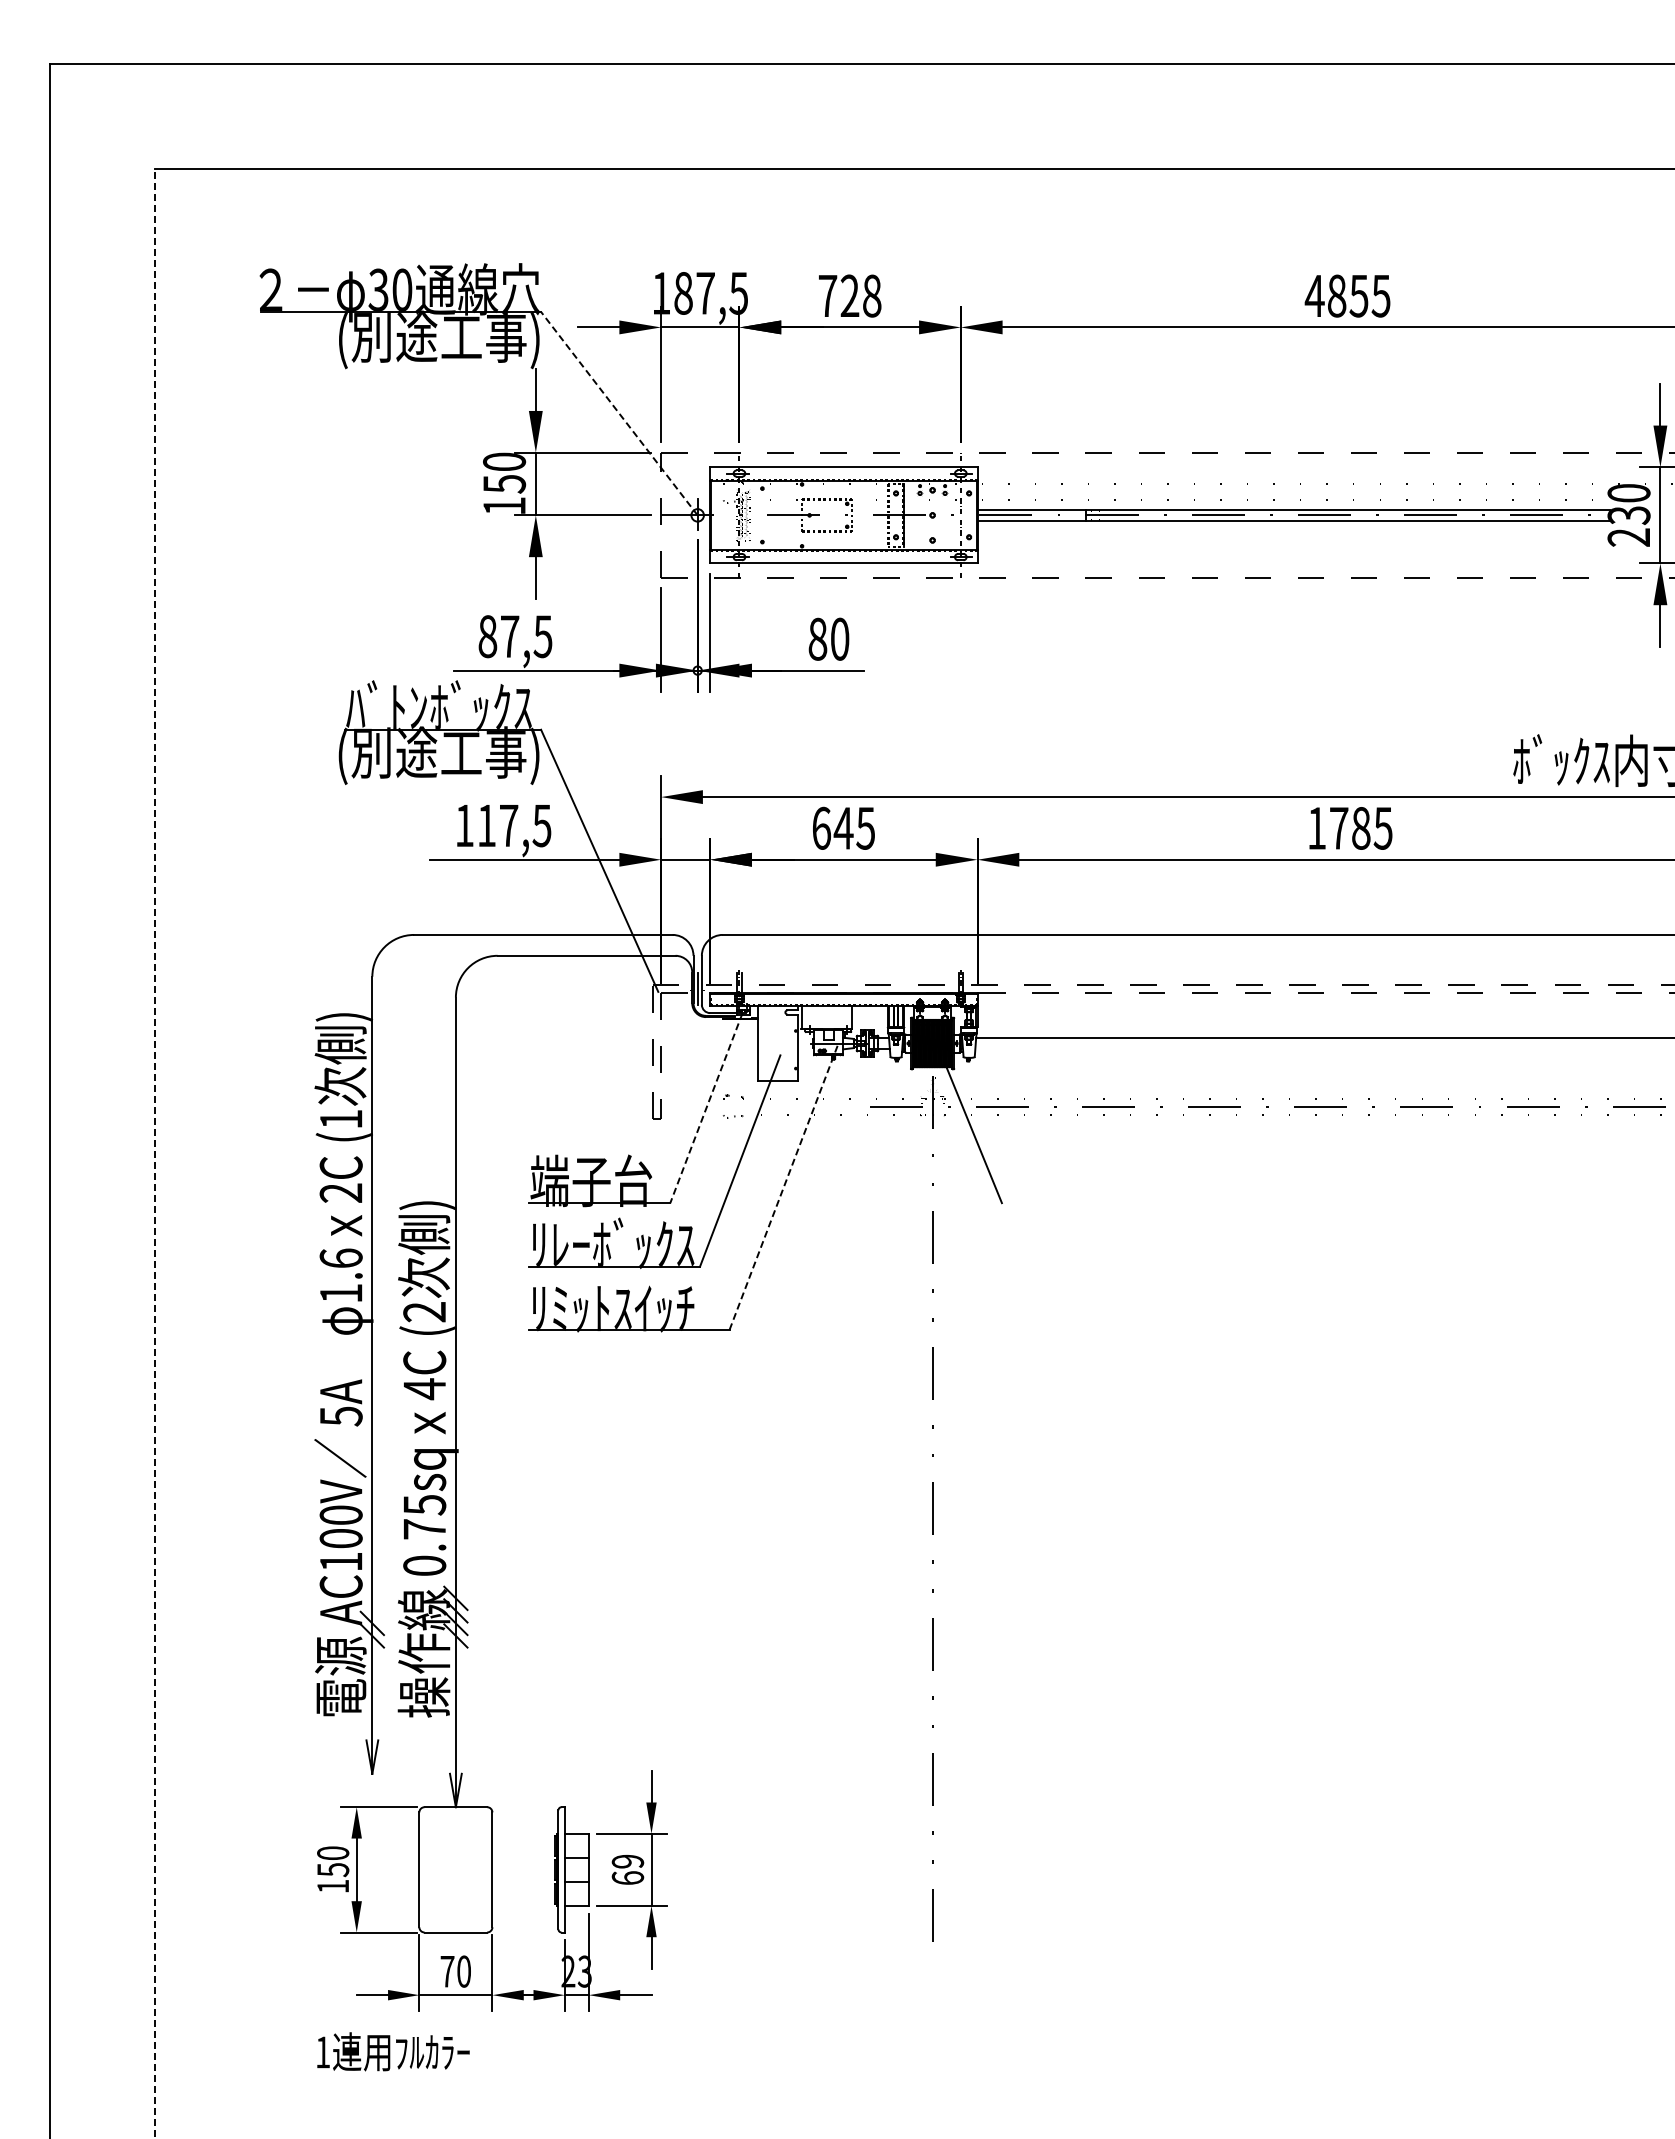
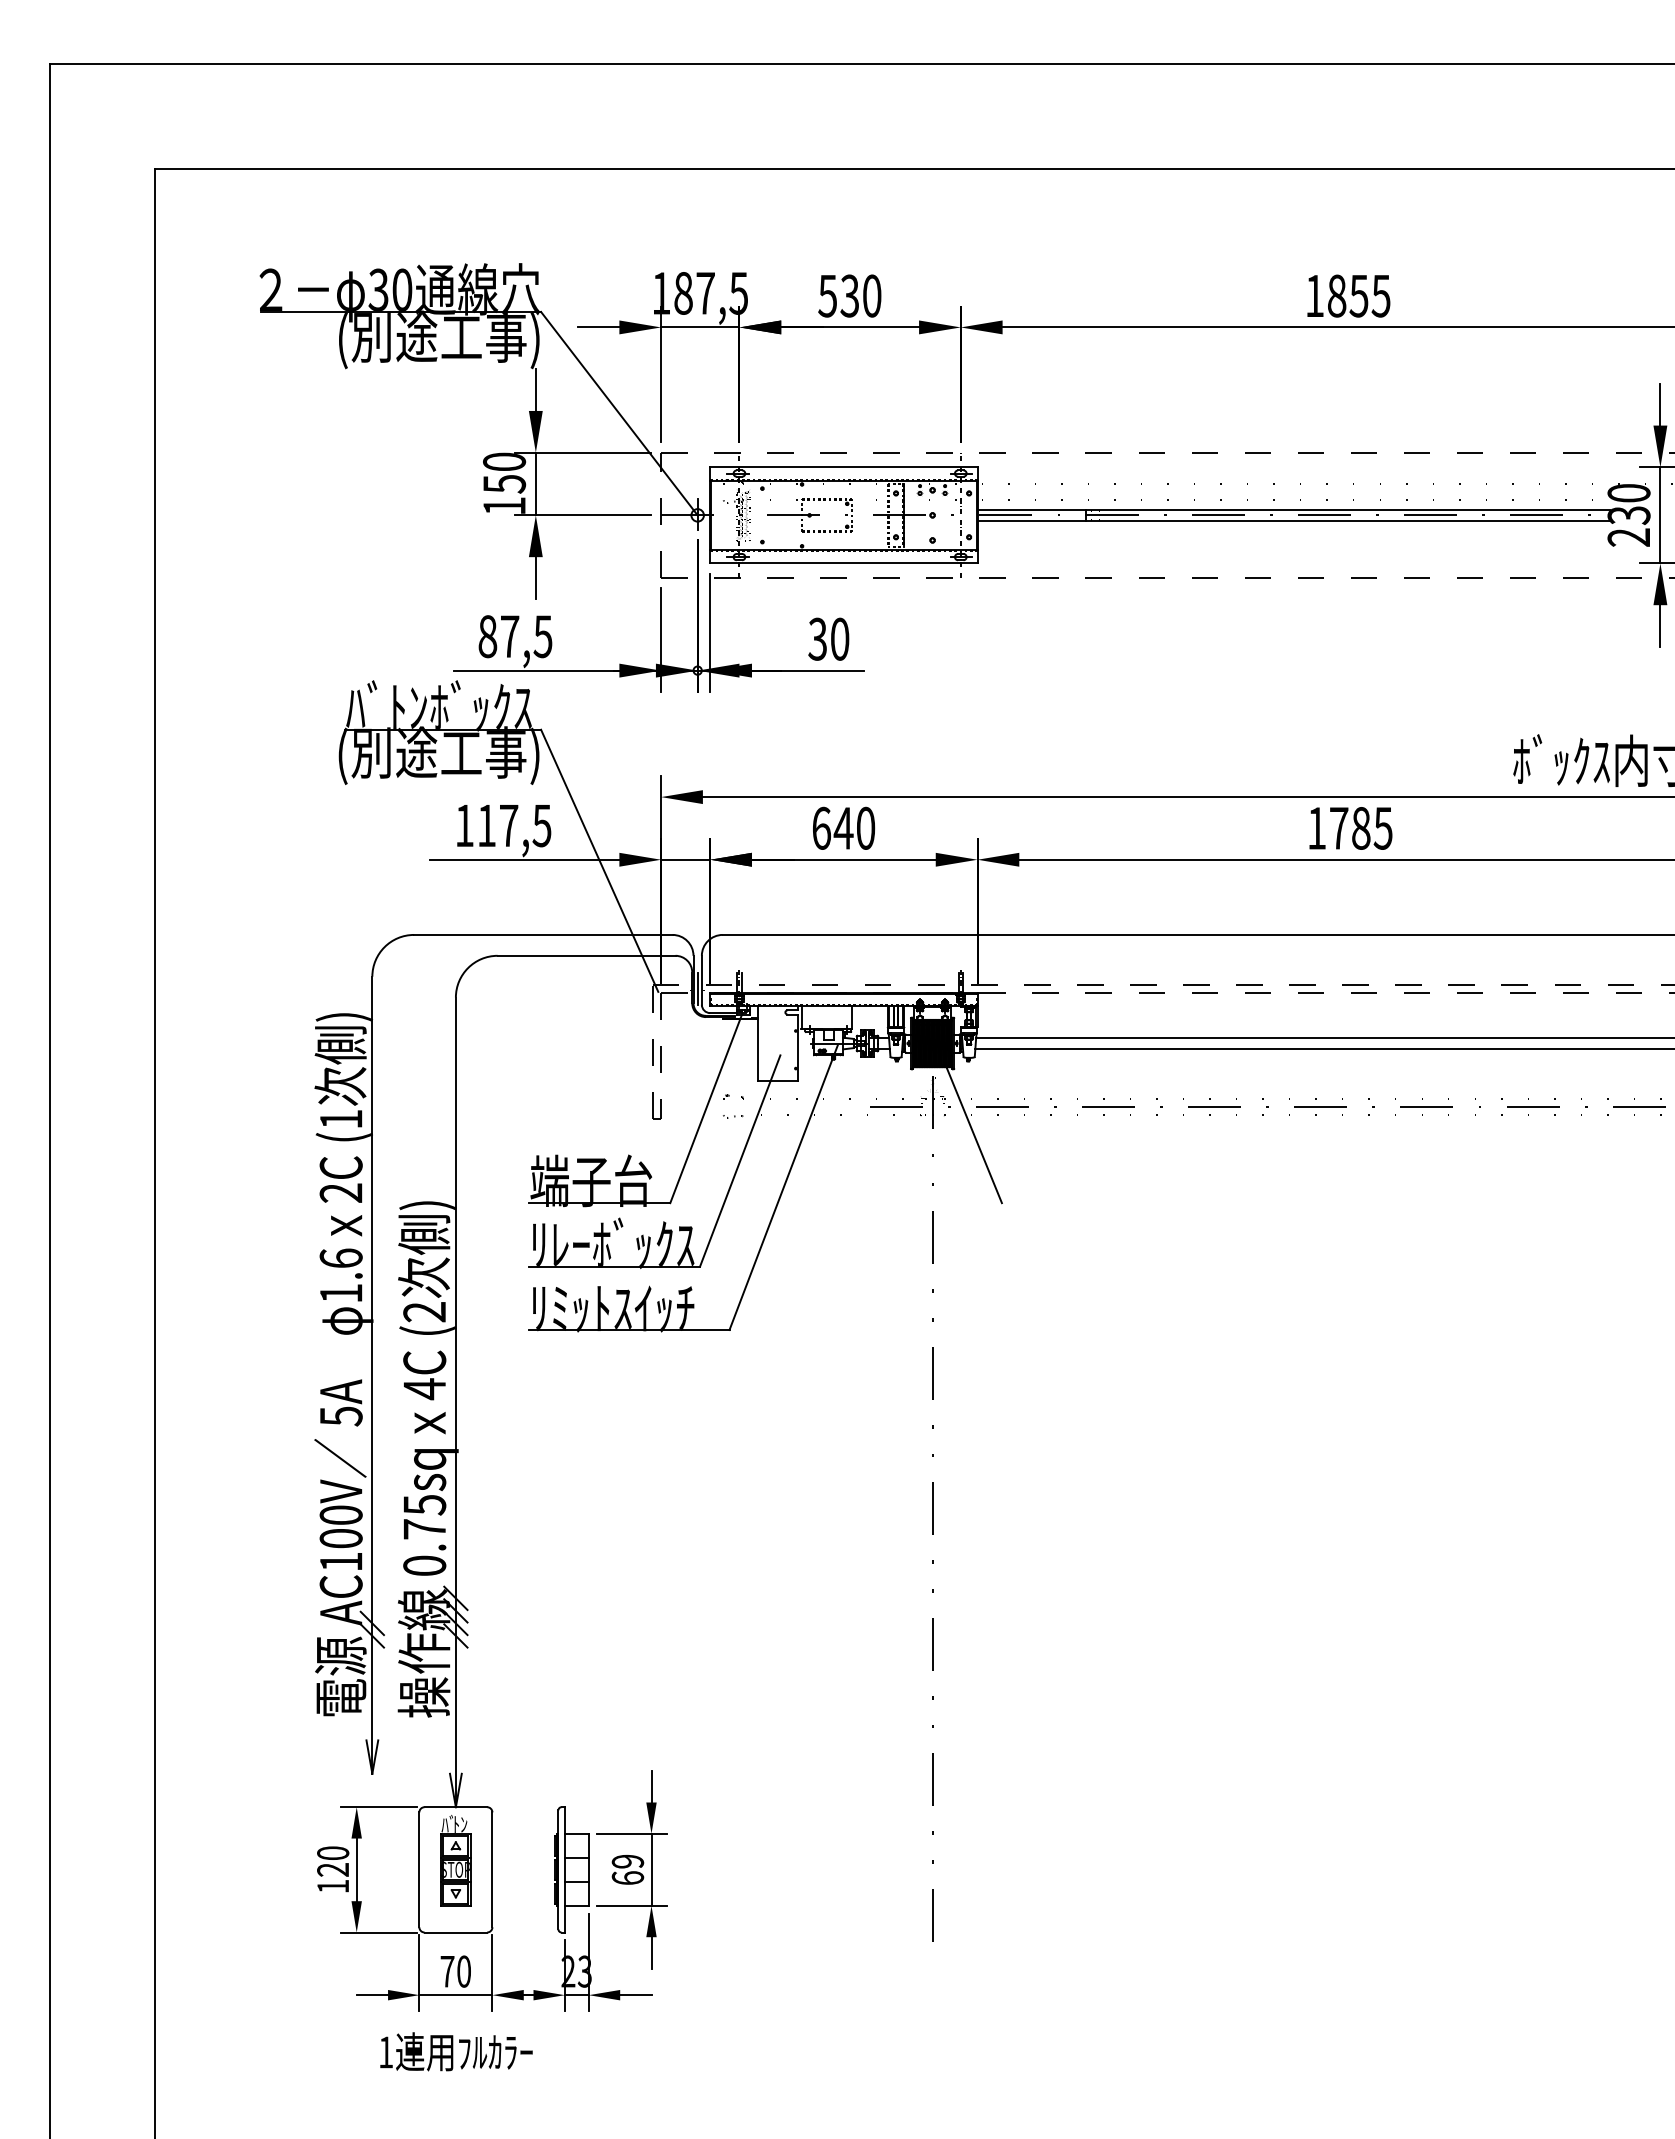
text at (849, 295): 728 -> 530
text at (1314, 295): 4855 -> 1855
line at (619, 413): dashed -> solid
text at (817, 638): 80 -> 30
text at (865, 827): 645 -> 640
line at (1323, 1048): none -> present
line at (706, 1108): dashed -> solid
line at (154, 1153): dashed -> solid
line at (783, 1187): dashed -> solid
part at (455, 1860): none -> present
text at (333, 1870): 150 -> 120
text at (393, 2051) position: (393, 2051) -> (456, 2051)
